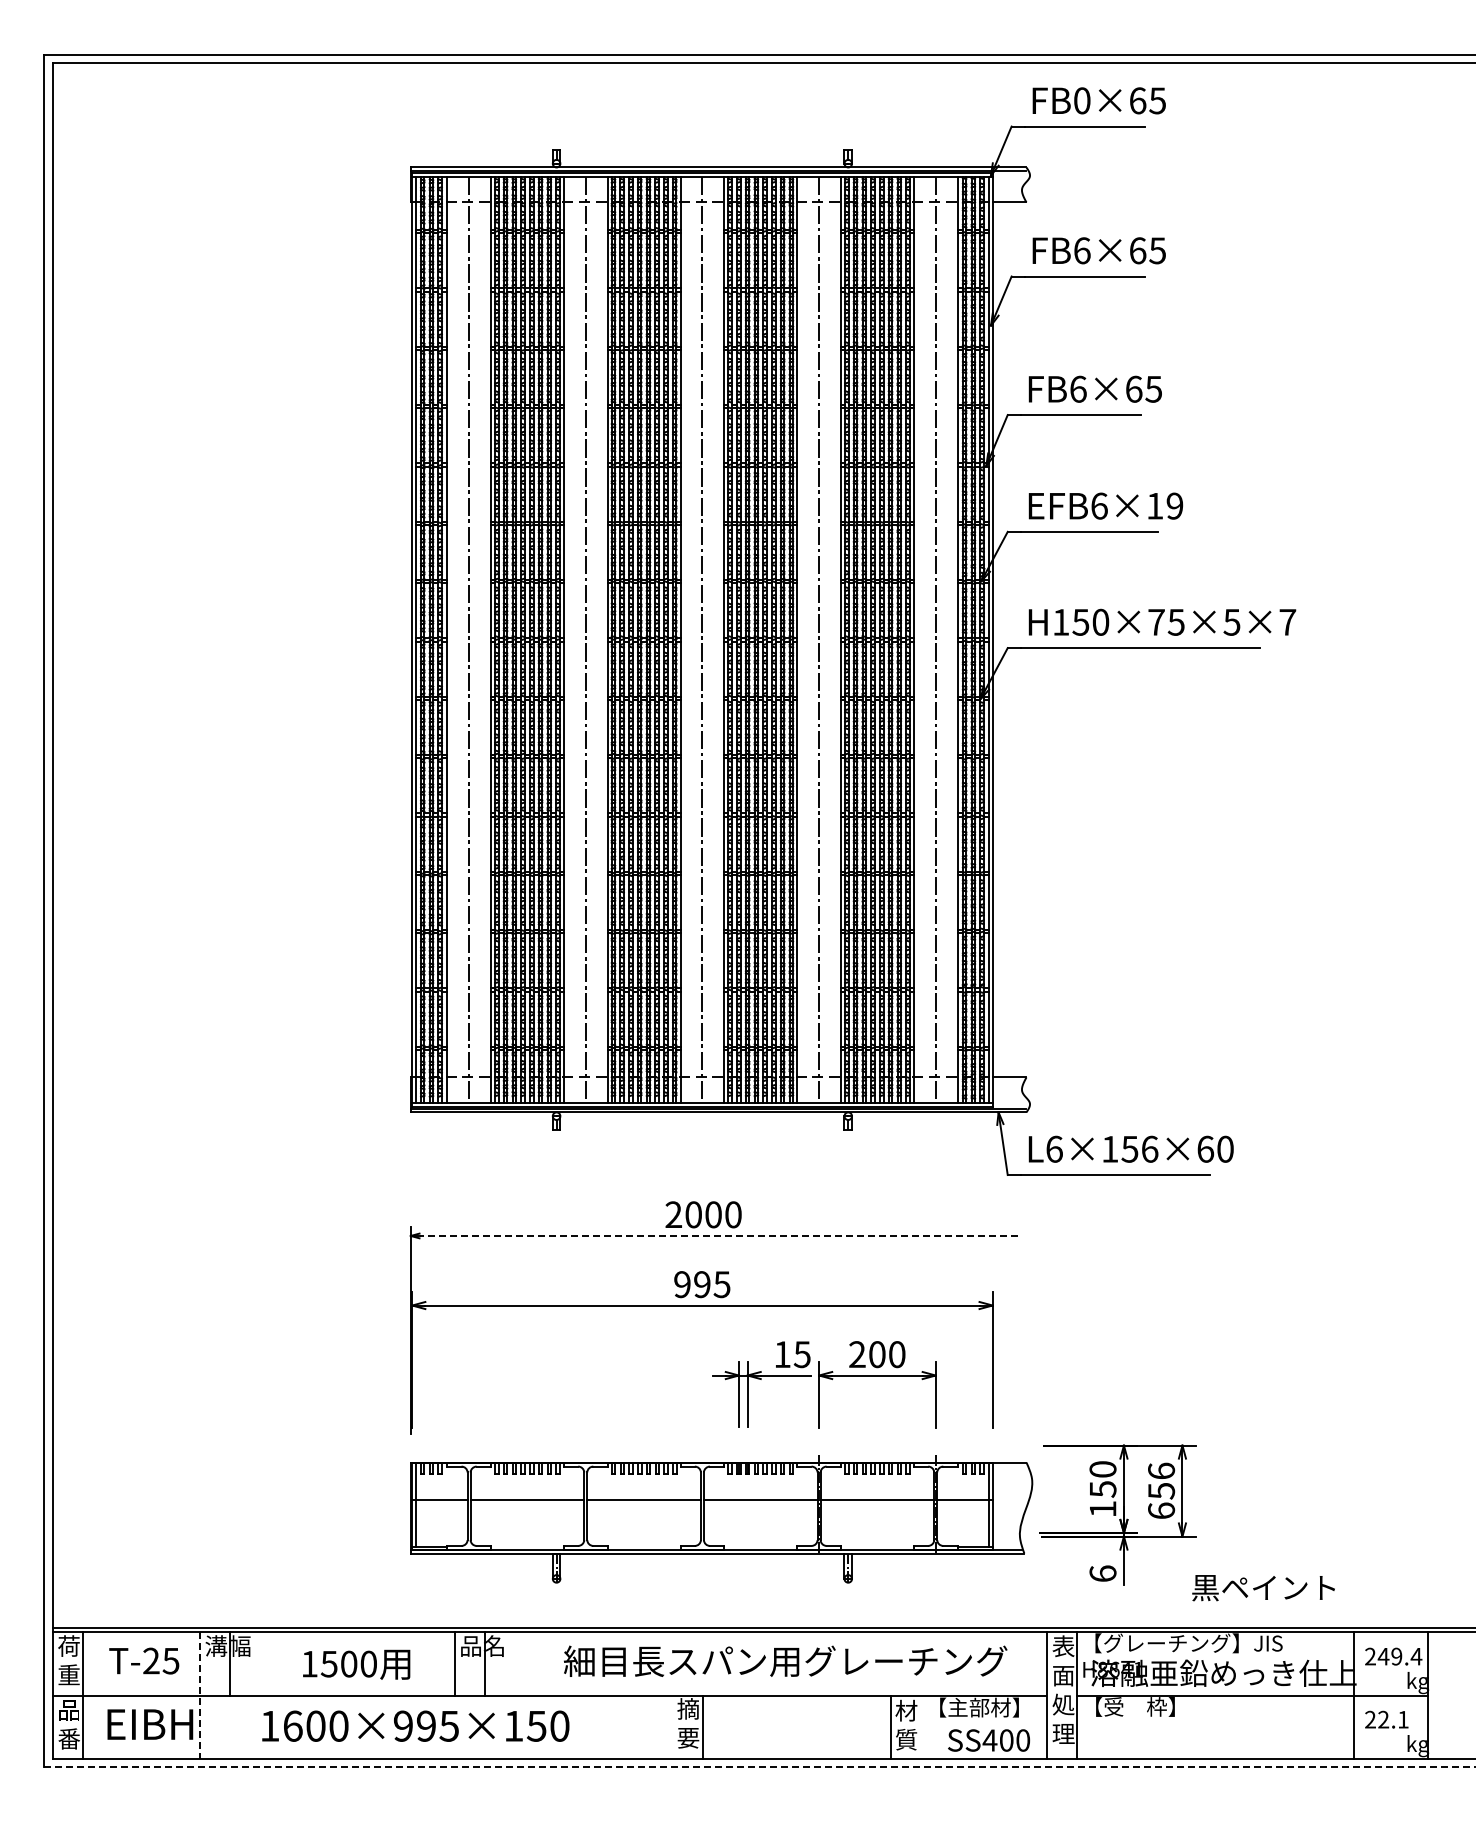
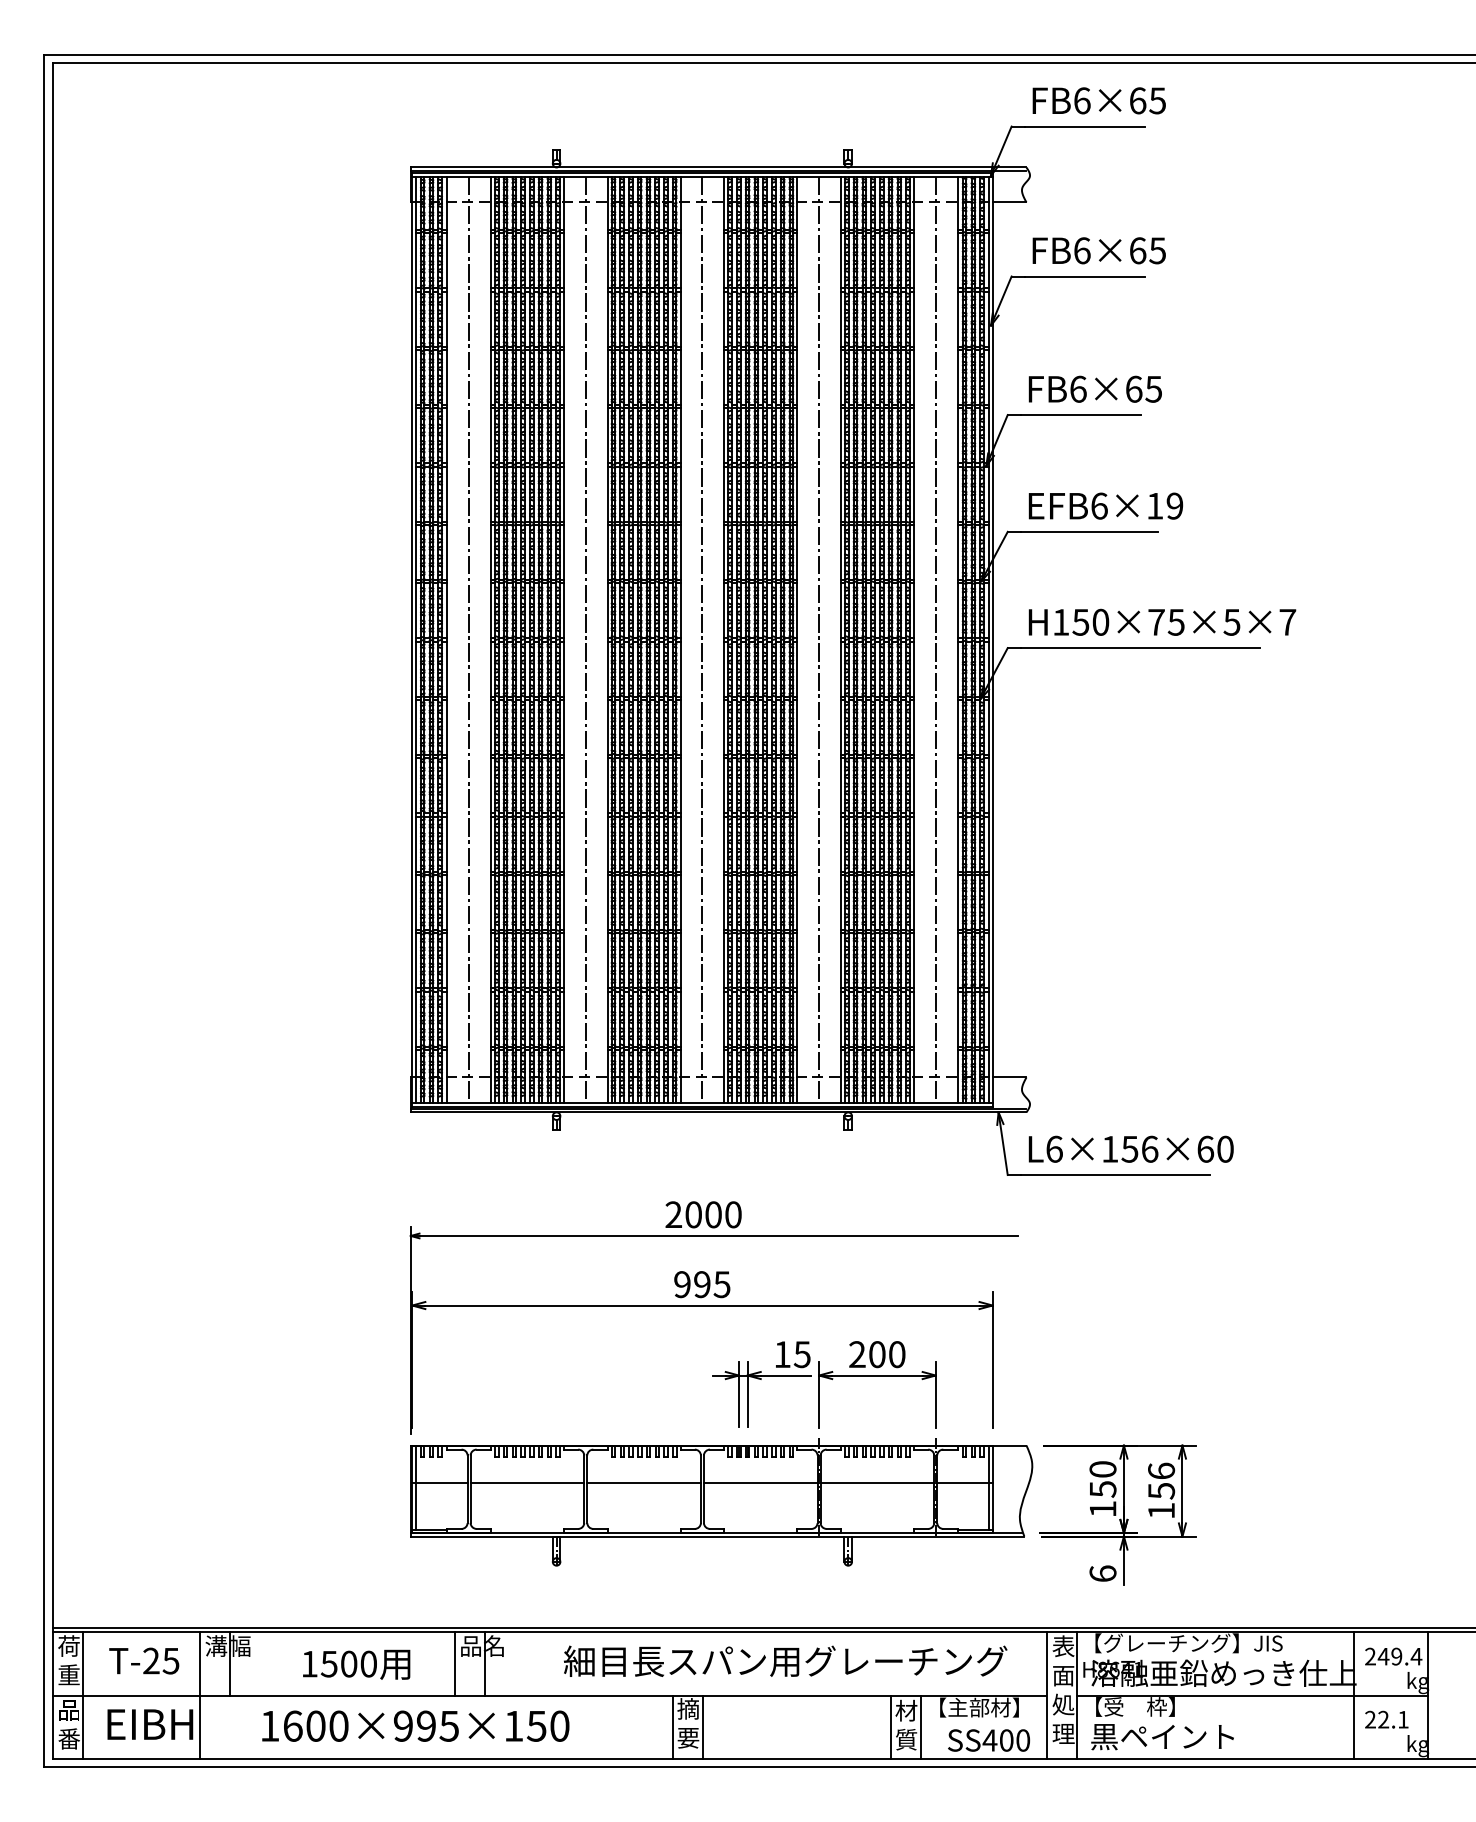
text at (1082, 100): FB0×65 -> FB6×65
line at (718, 1235): dashed -> solid
text at (1161, 1510): 656 -> 156
part at (721, 1519) position: (721, 1519) -> (721, 1502)
text at (1263, 1588) position: (1263, 1588) -> (1162, 1737)
line at (199, 1696): dashed -> solid
line at (672, 1726): none -> present
line at (920, 1726): none -> present
line at (760, 1767): dashed -> solid
